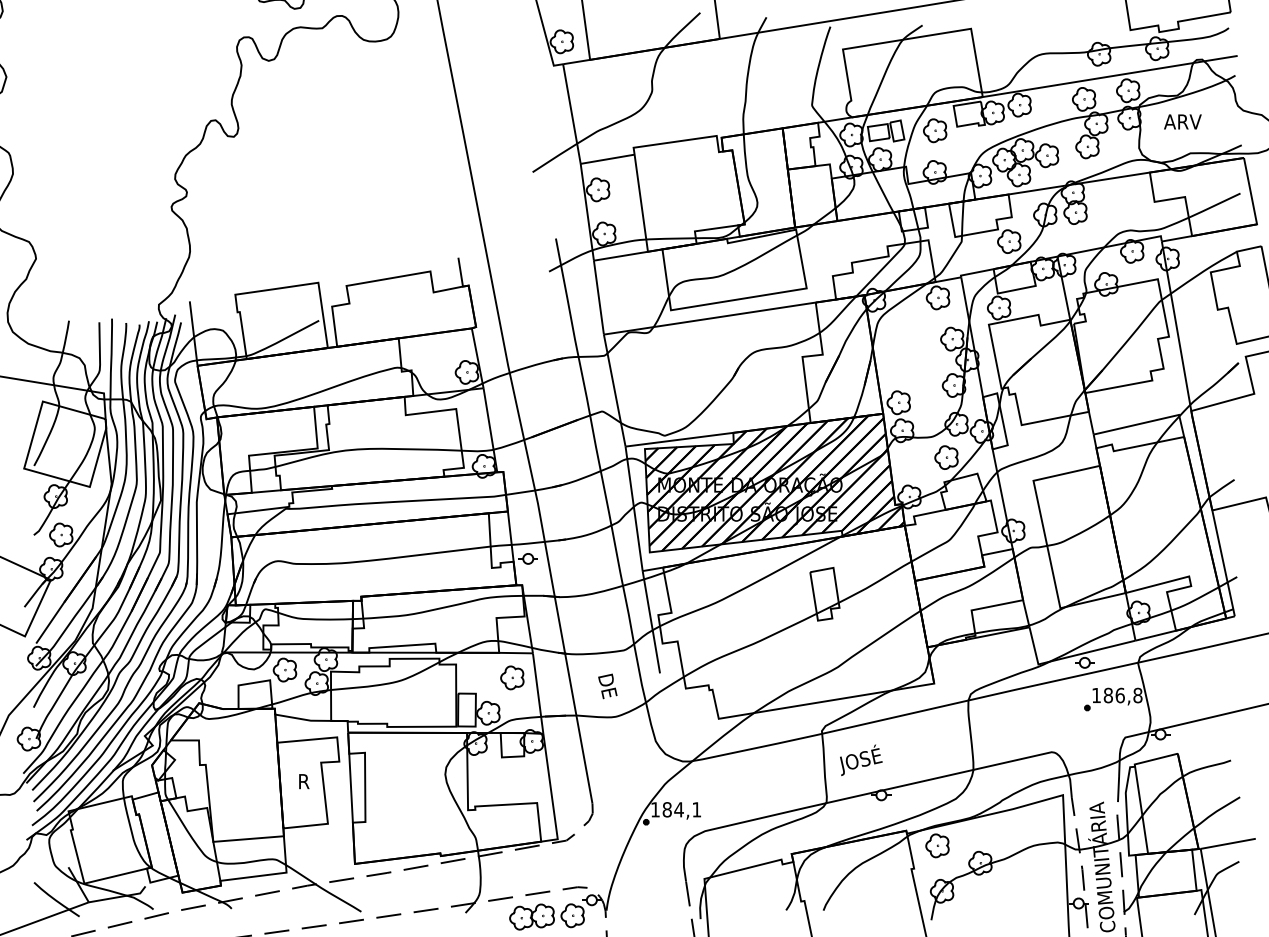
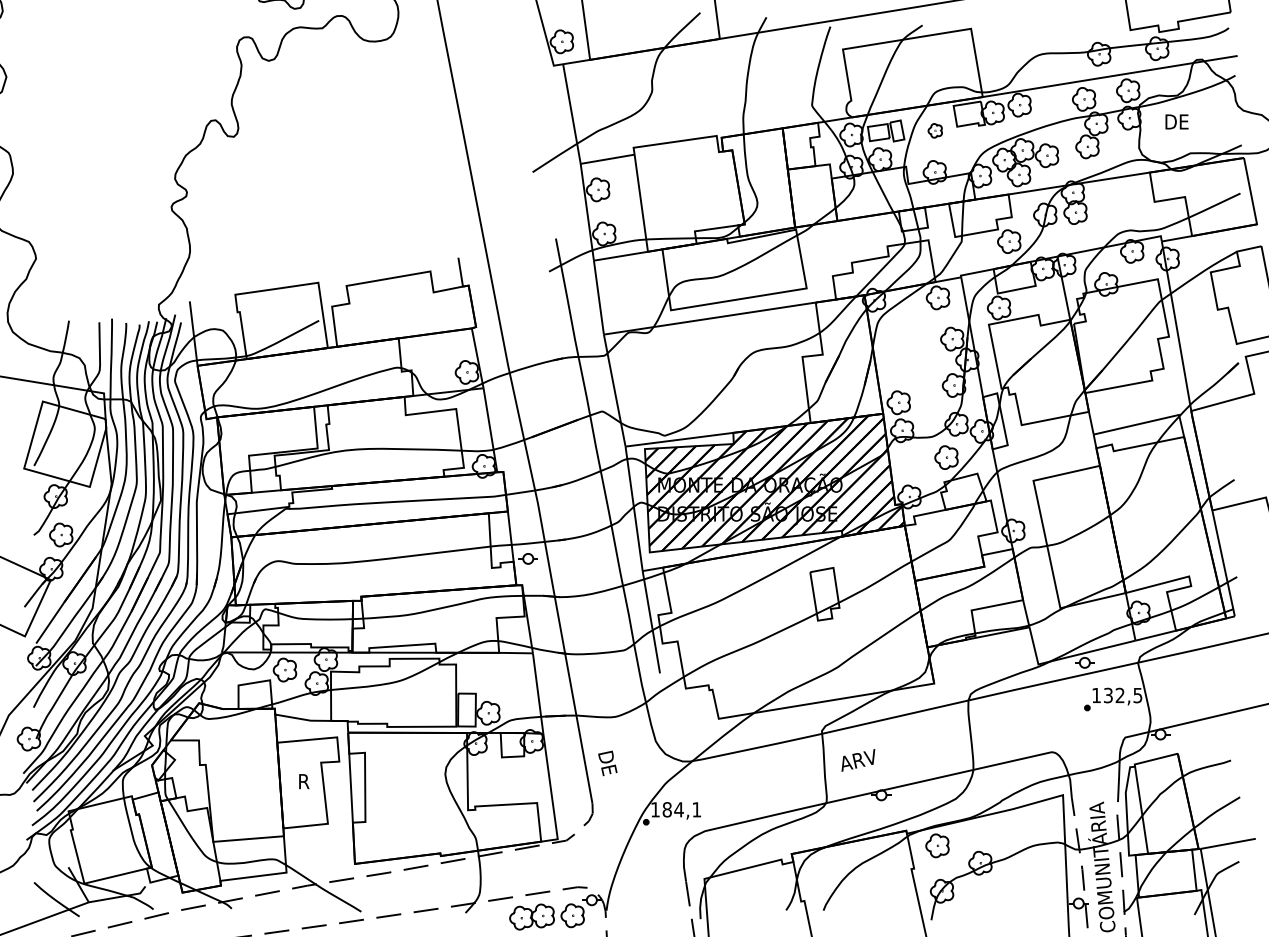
text at (1182, 121): ARV -> DE
part at (935, 130) size: 25x26 px -> 16x16 px
part at (512, 677): present -> none
text at (607, 686) position: (607, 686) -> (607, 763)
text at (1122, 695): 186,8 -> 132,5
text at (861, 760): JOSÉ -> ARV
